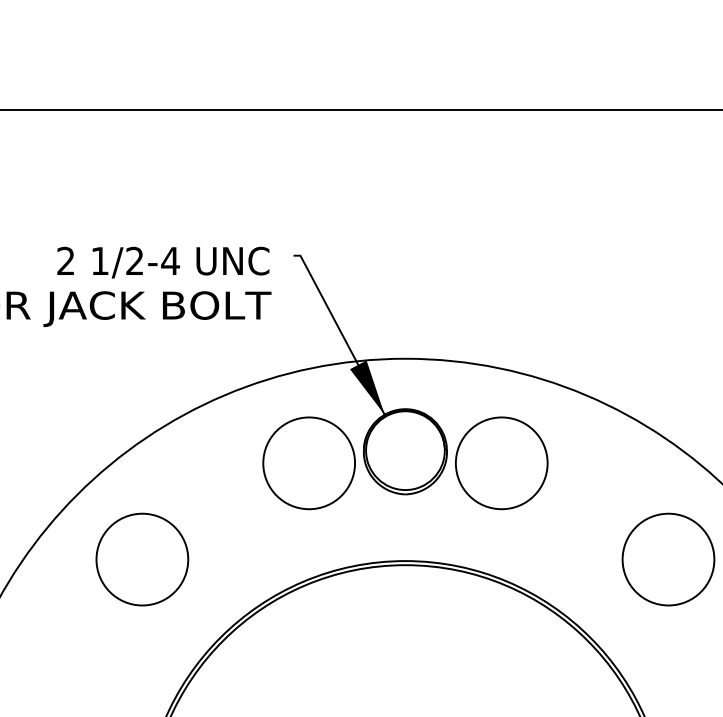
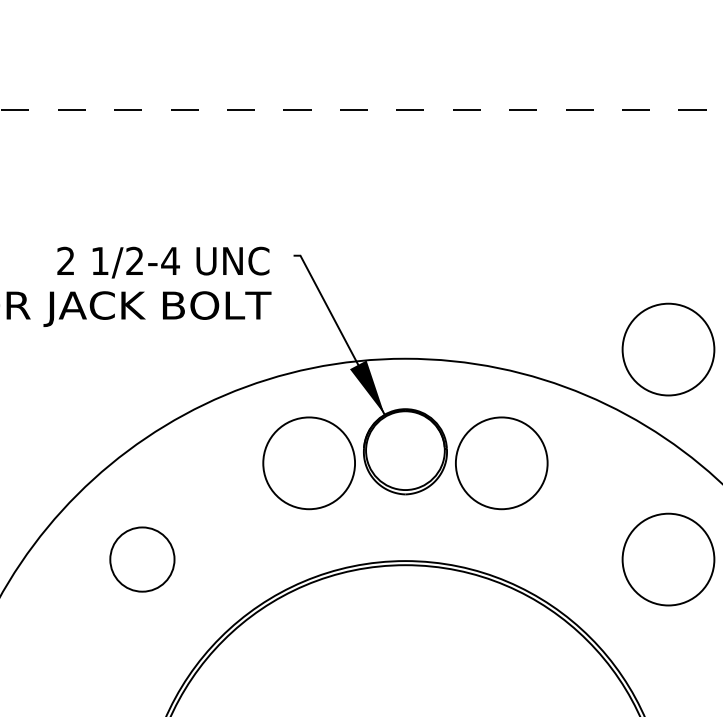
line at (361, 110): solid -> dashed
circle at (668, 349): none -> present
circle at (142, 559) size: 95x95 px -> 67x67 px
